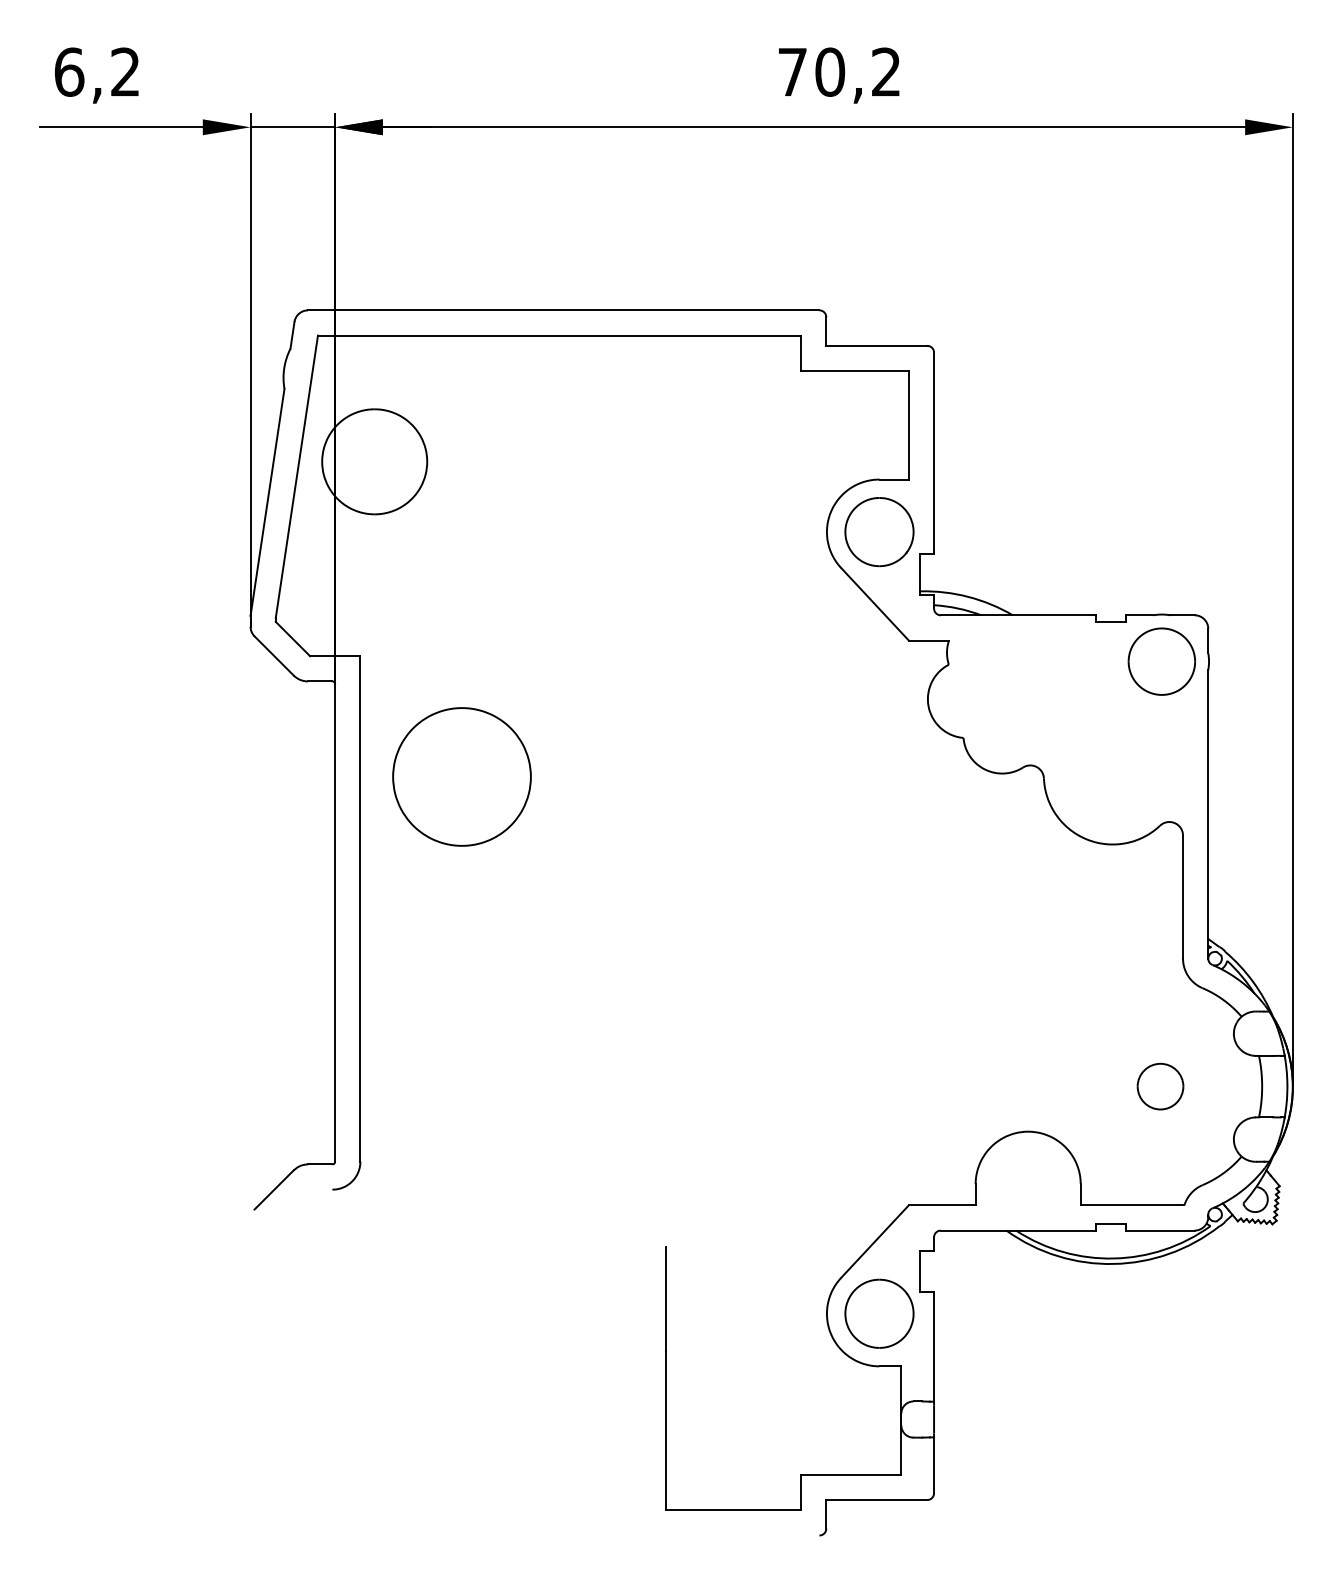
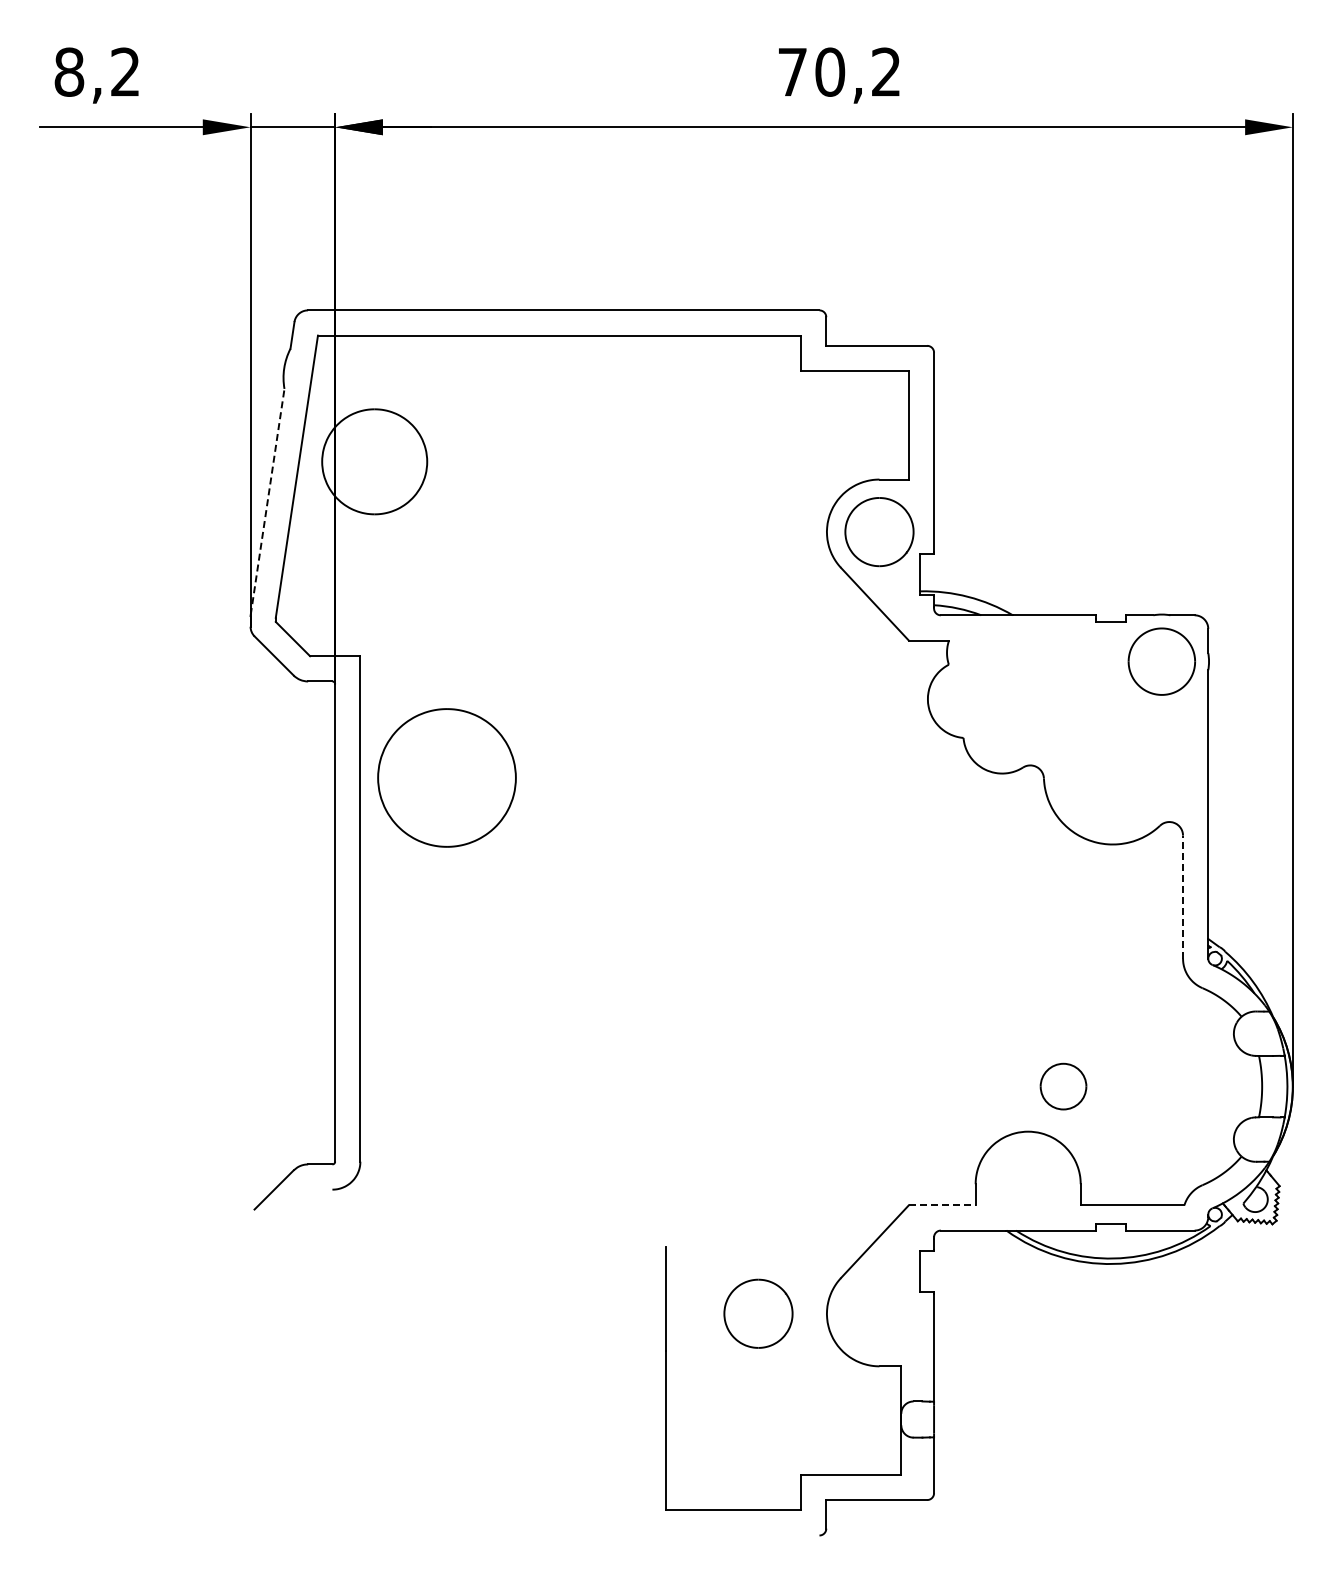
text at (69, 71): 6,2 -> 8,2
line at (267, 501): solid -> dashed
part at (461, 776) position: (461, 776) -> (446, 777)
line at (1183, 896): solid -> dashed
part at (1160, 1086) position: (1160, 1086) -> (1063, 1086)
line at (942, 1205): solid -> dashed
part at (879, 1313) position: (879, 1313) -> (758, 1313)
